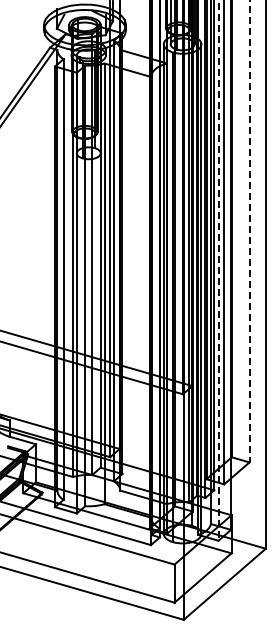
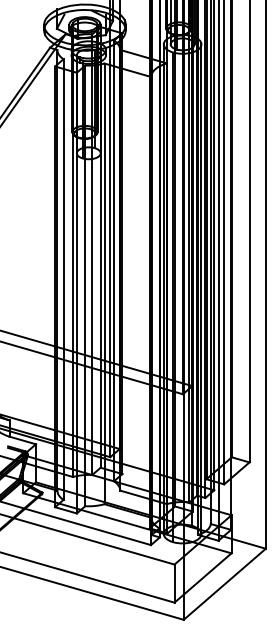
line at (249, 231): dashed -> solid
line at (218, 271): dashed -> solid
